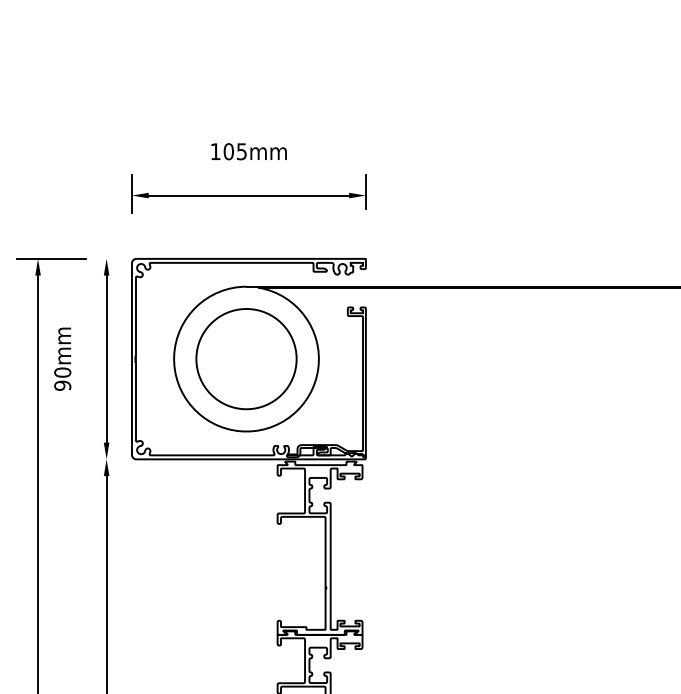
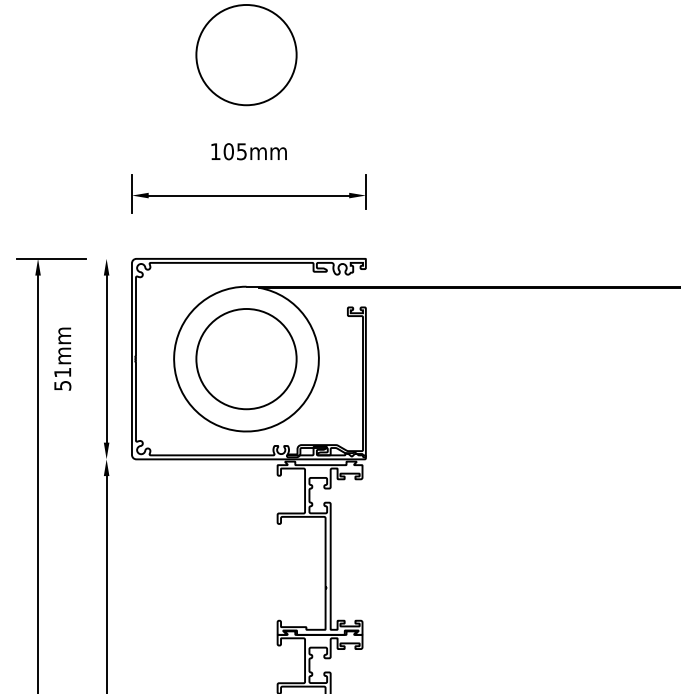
circle at (246, 55): none -> present
text at (62, 378): 90mm -> 51mm
